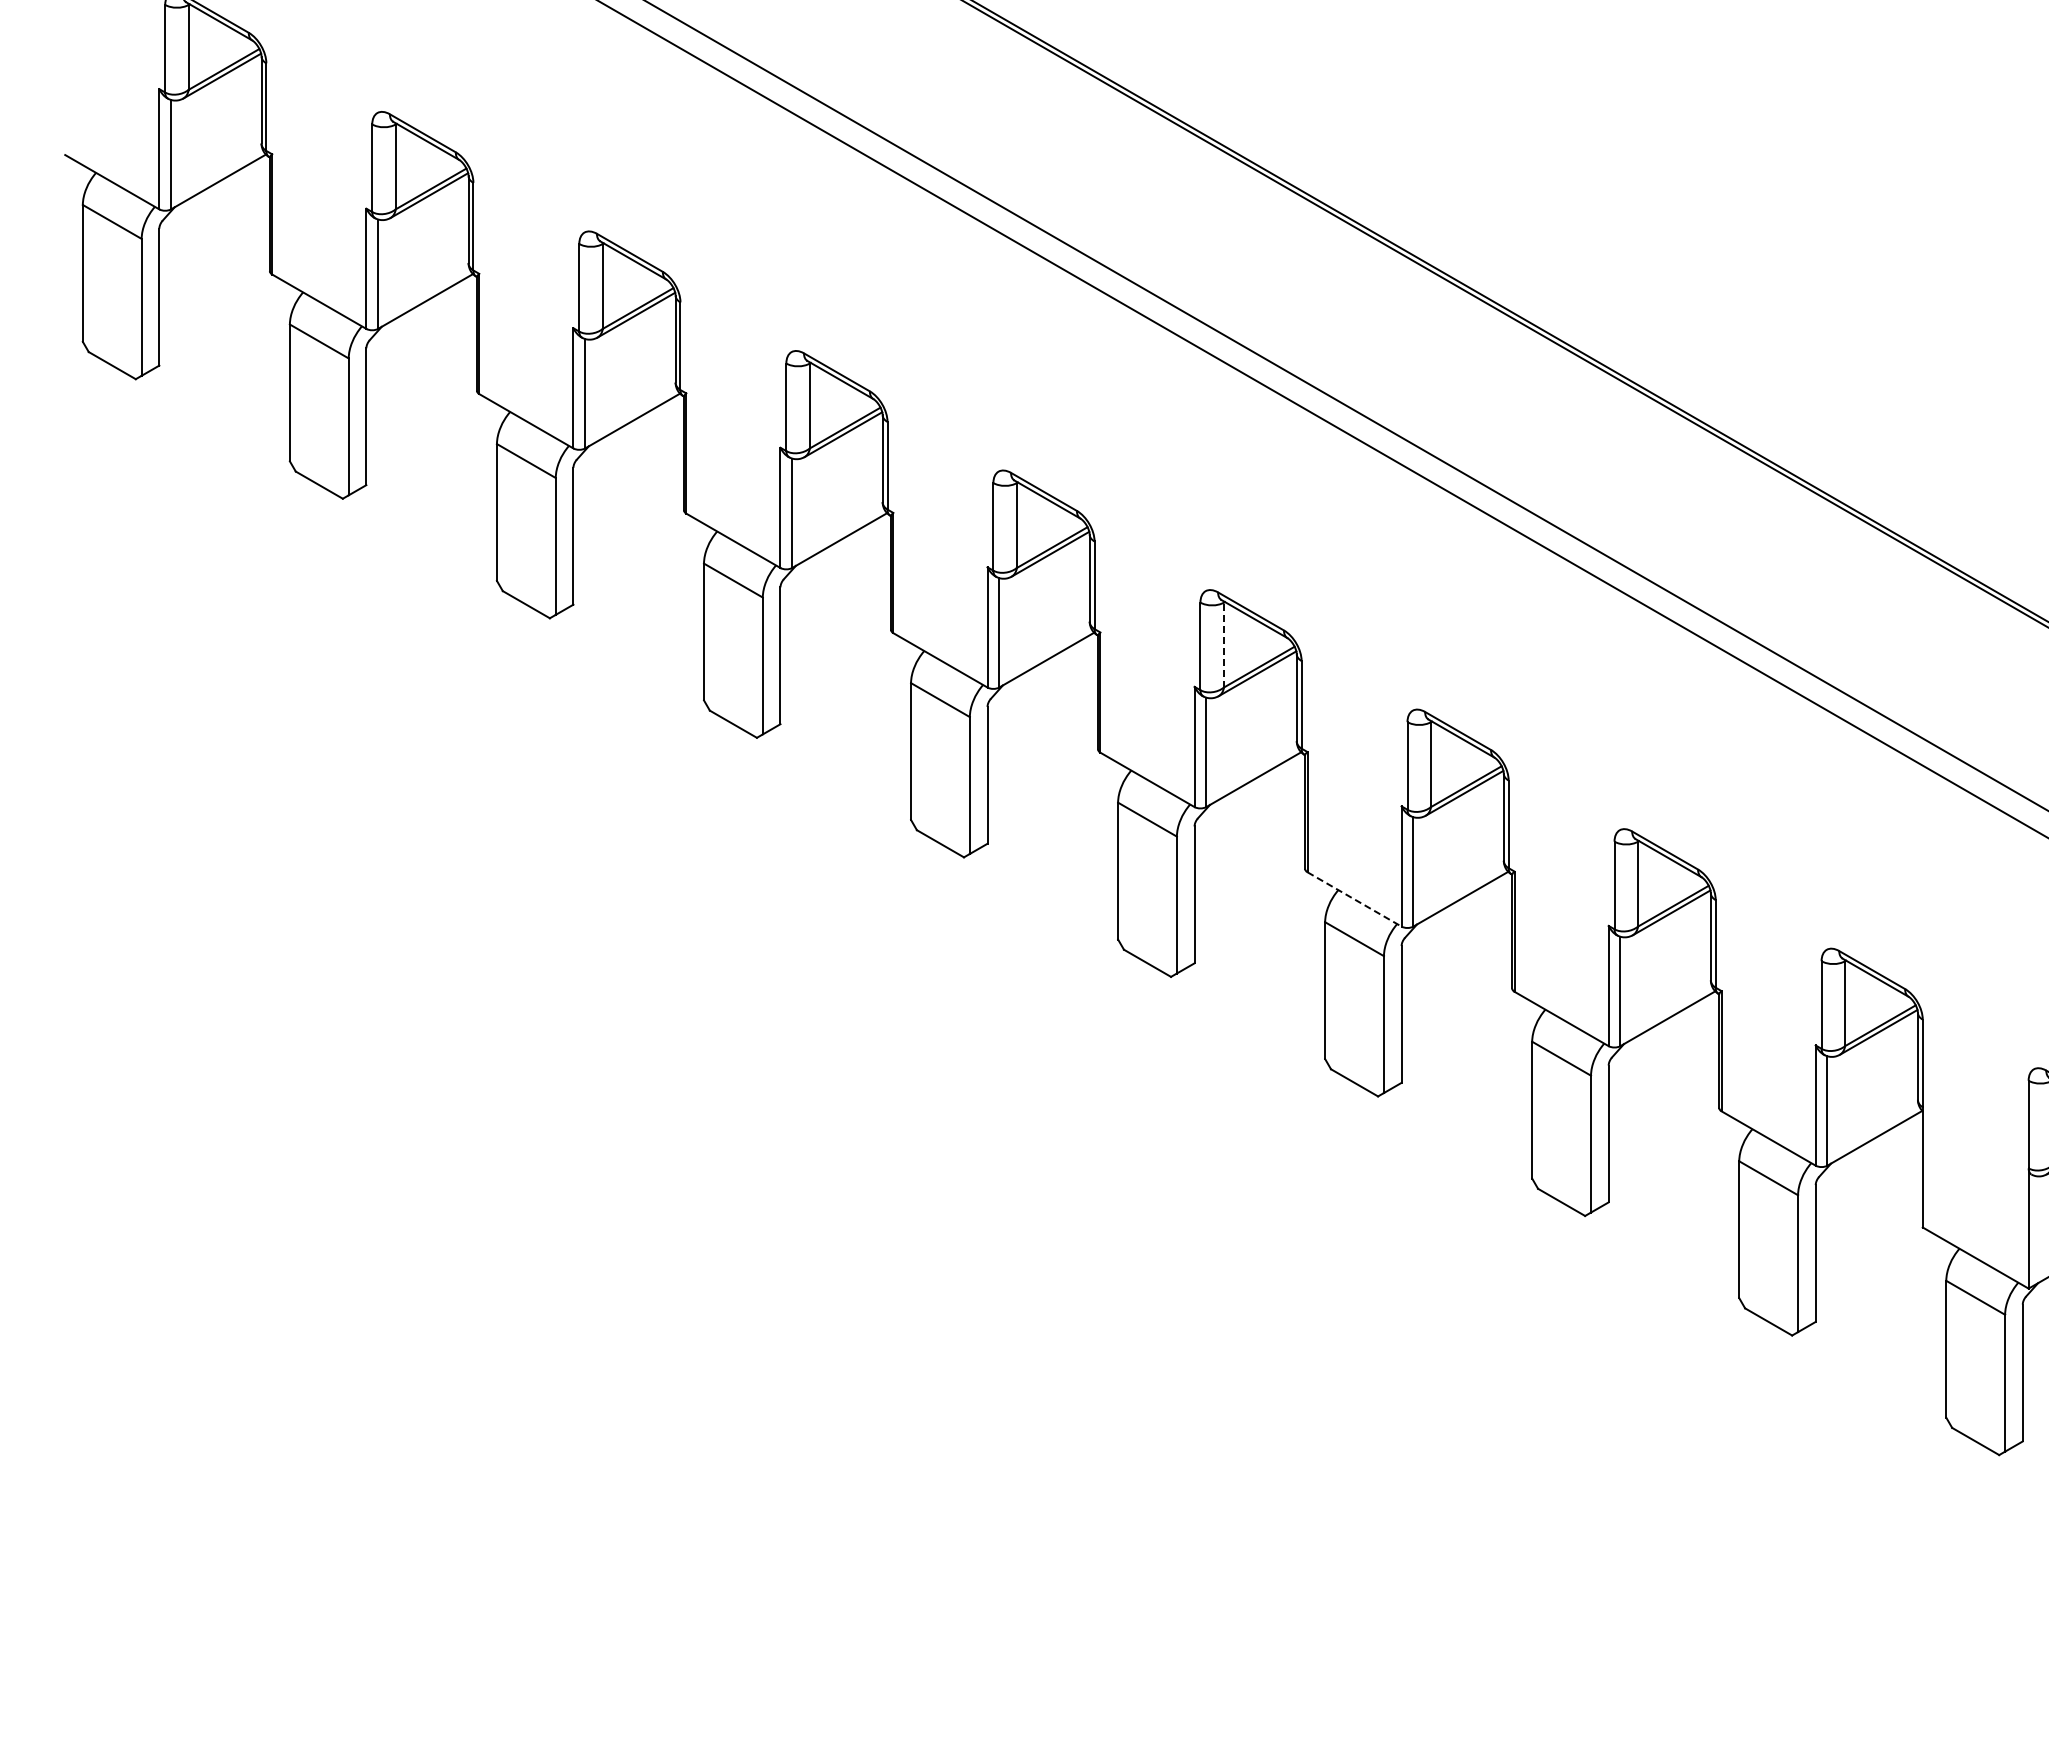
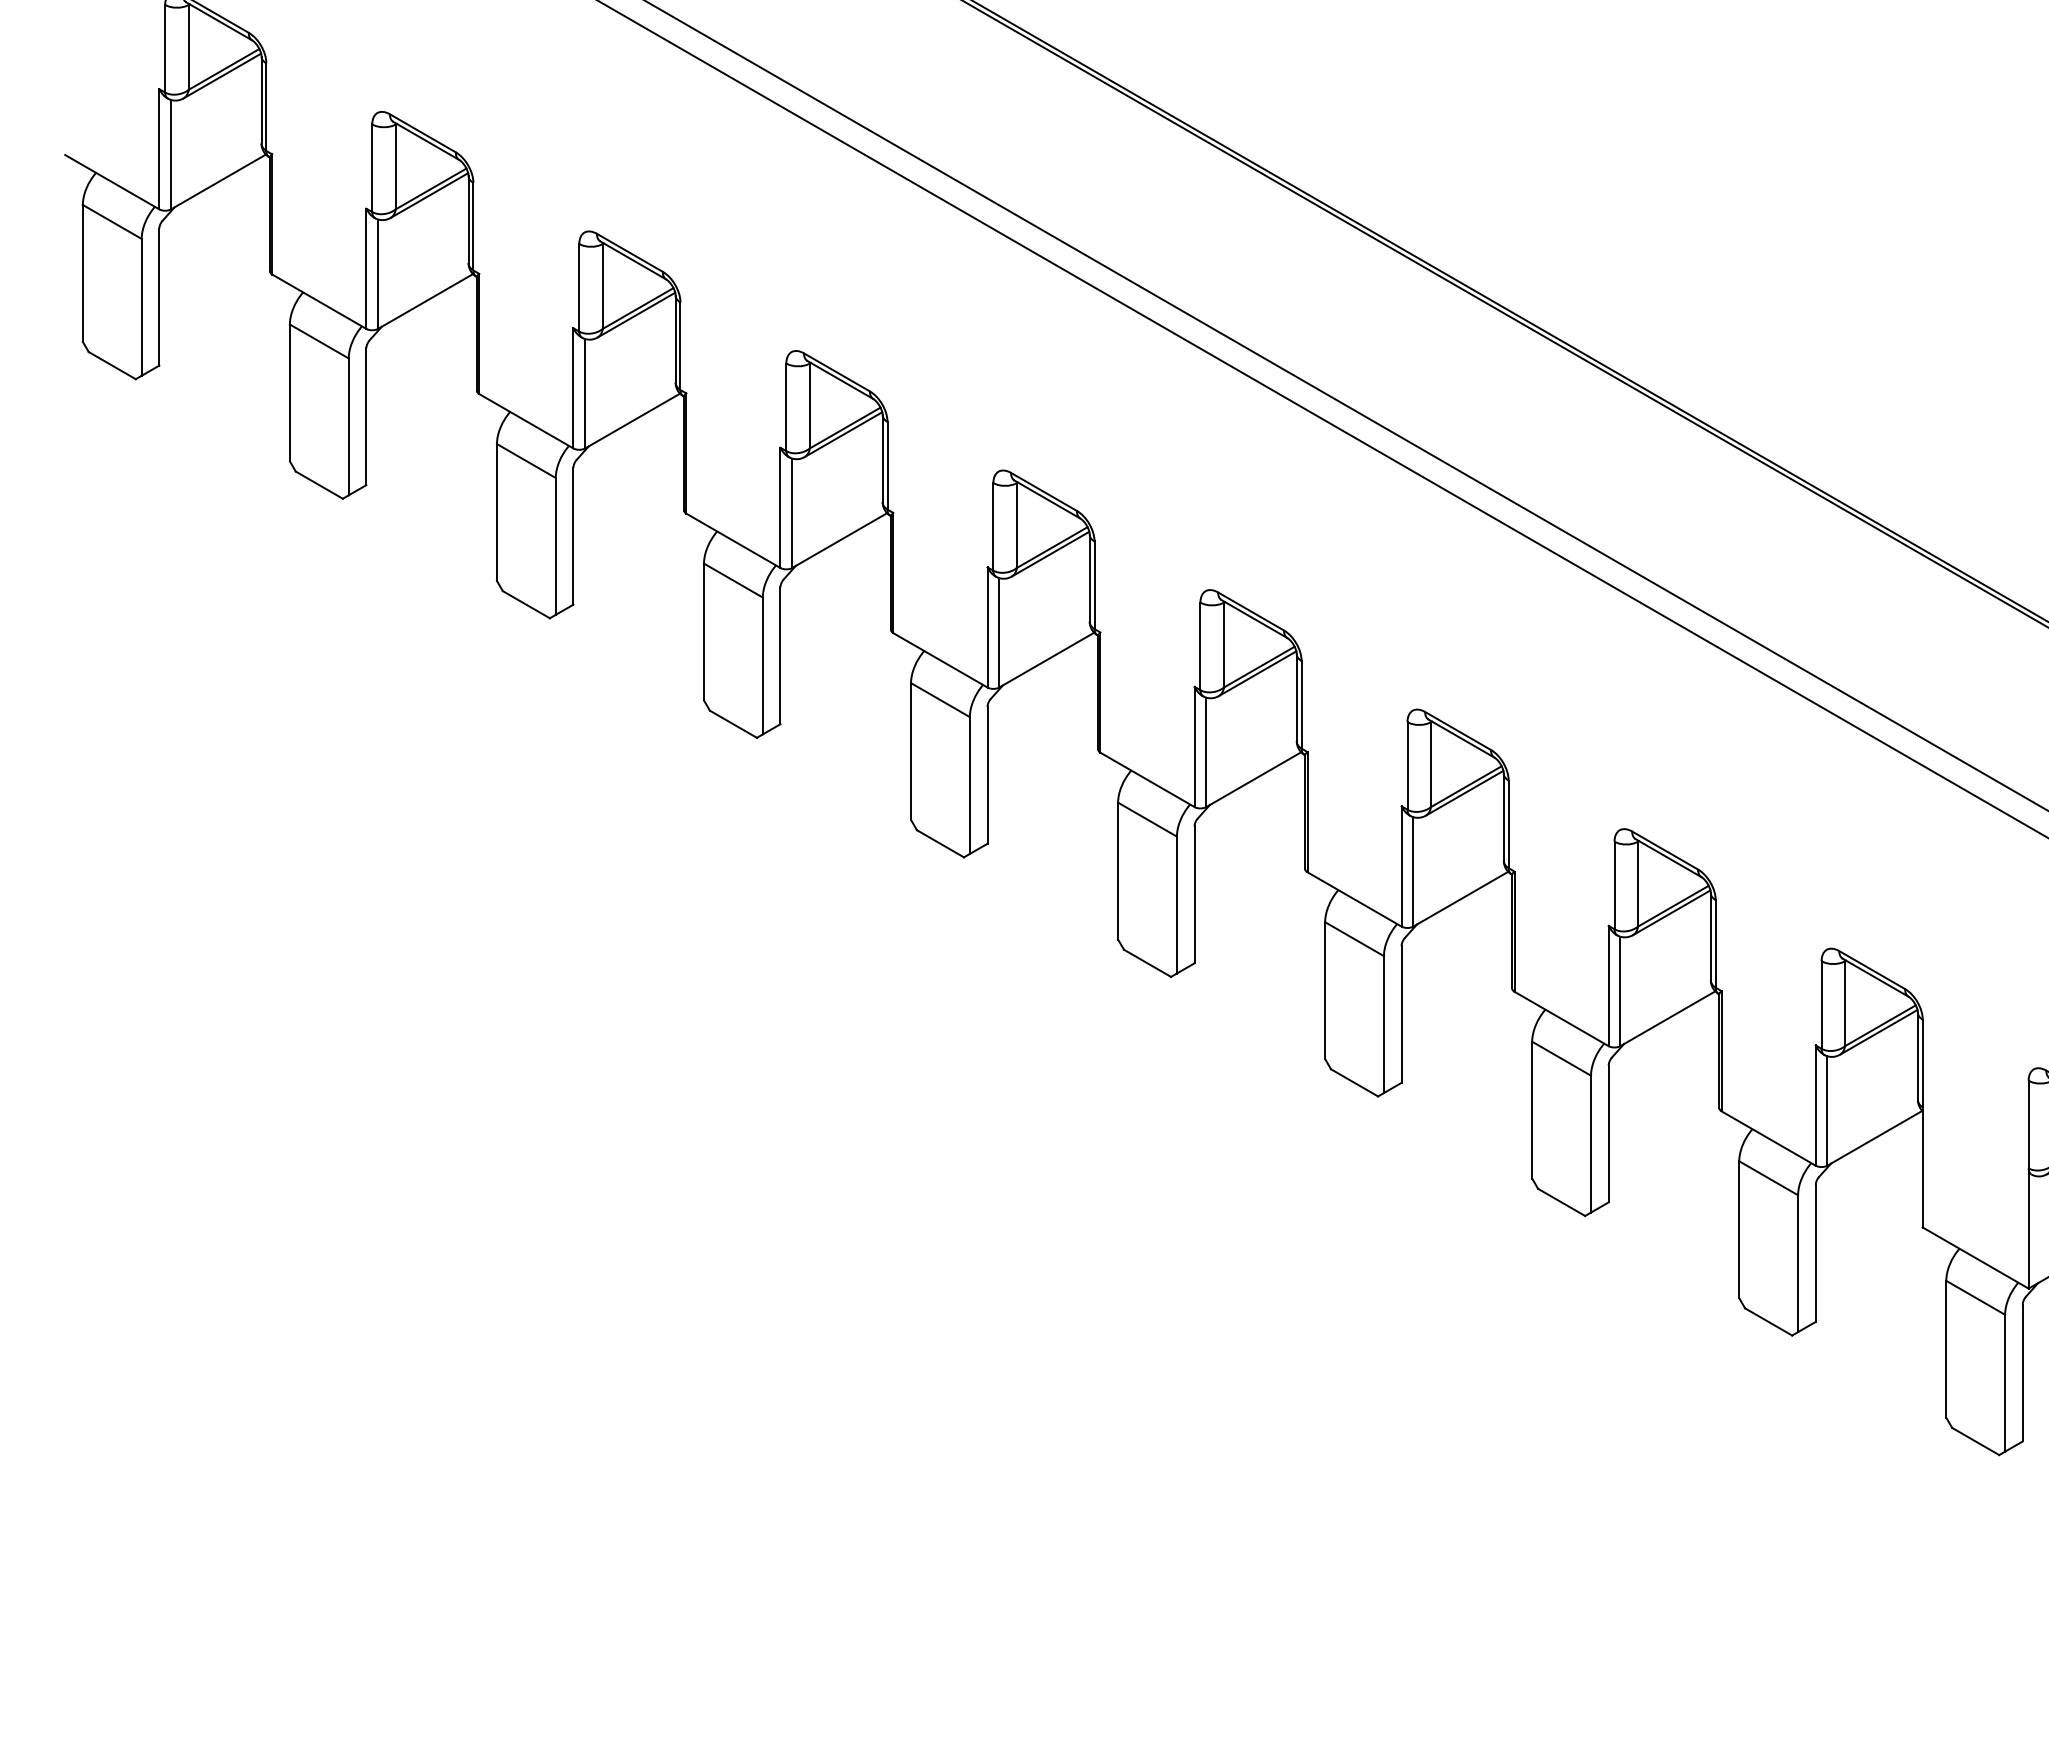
line at (1223, 644): dashed -> solid
line at (1355, 899): dashed -> solid
